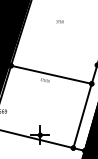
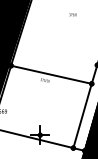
text at (59, 21) position: (59, 21) -> (72, 14)
